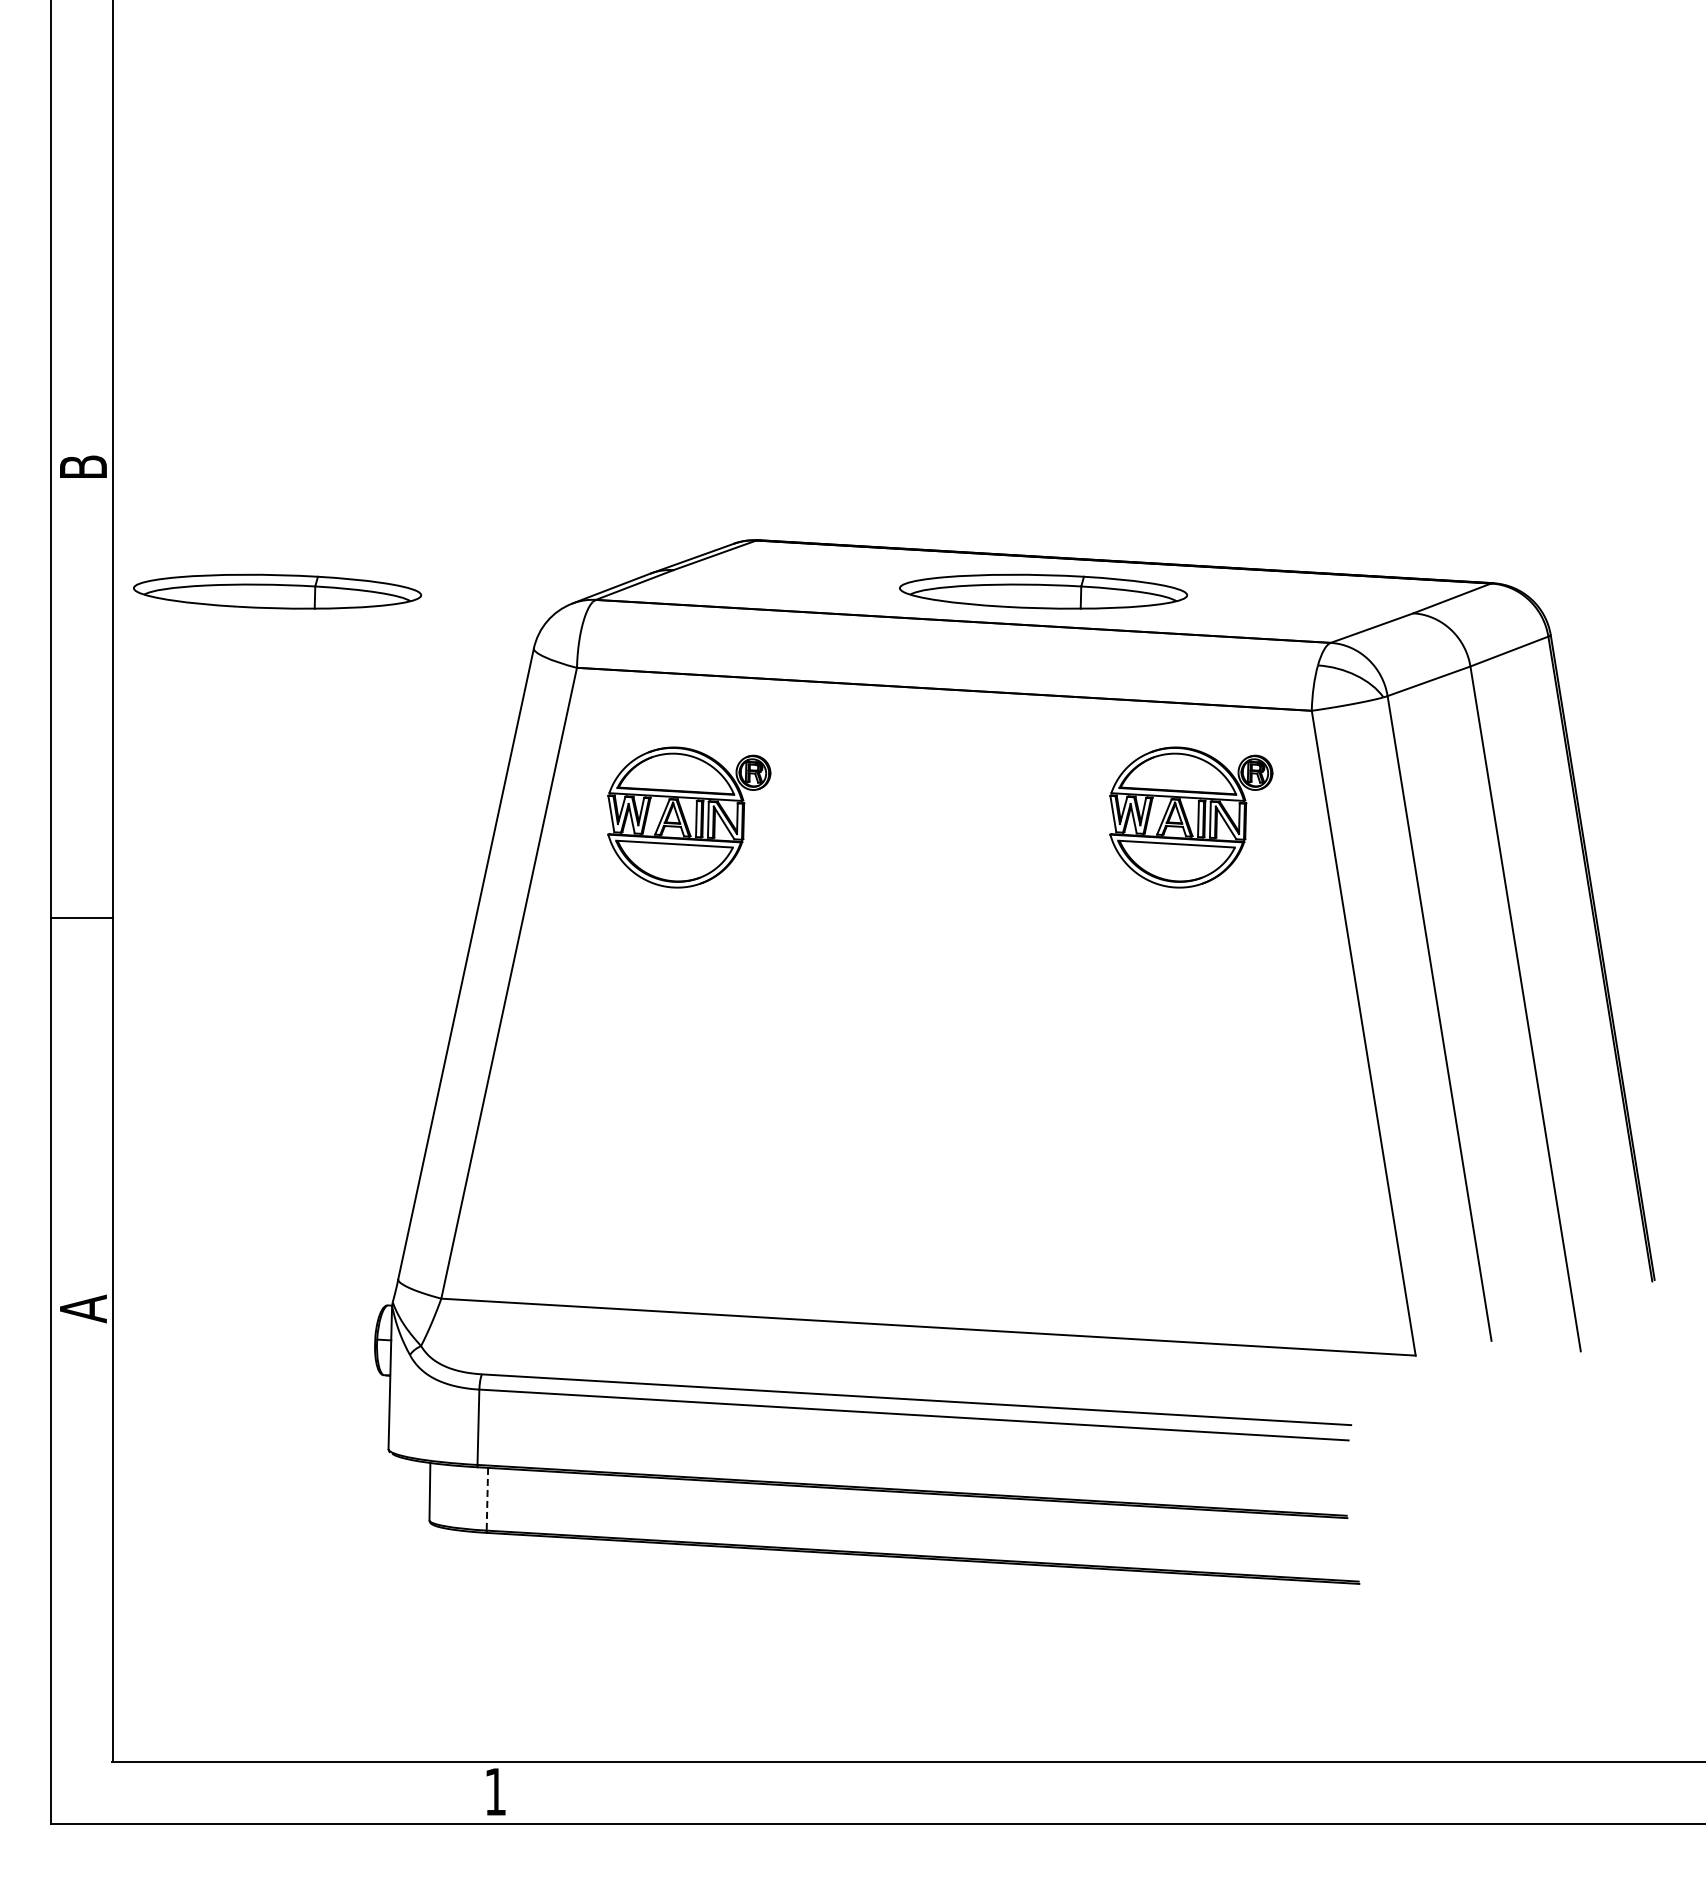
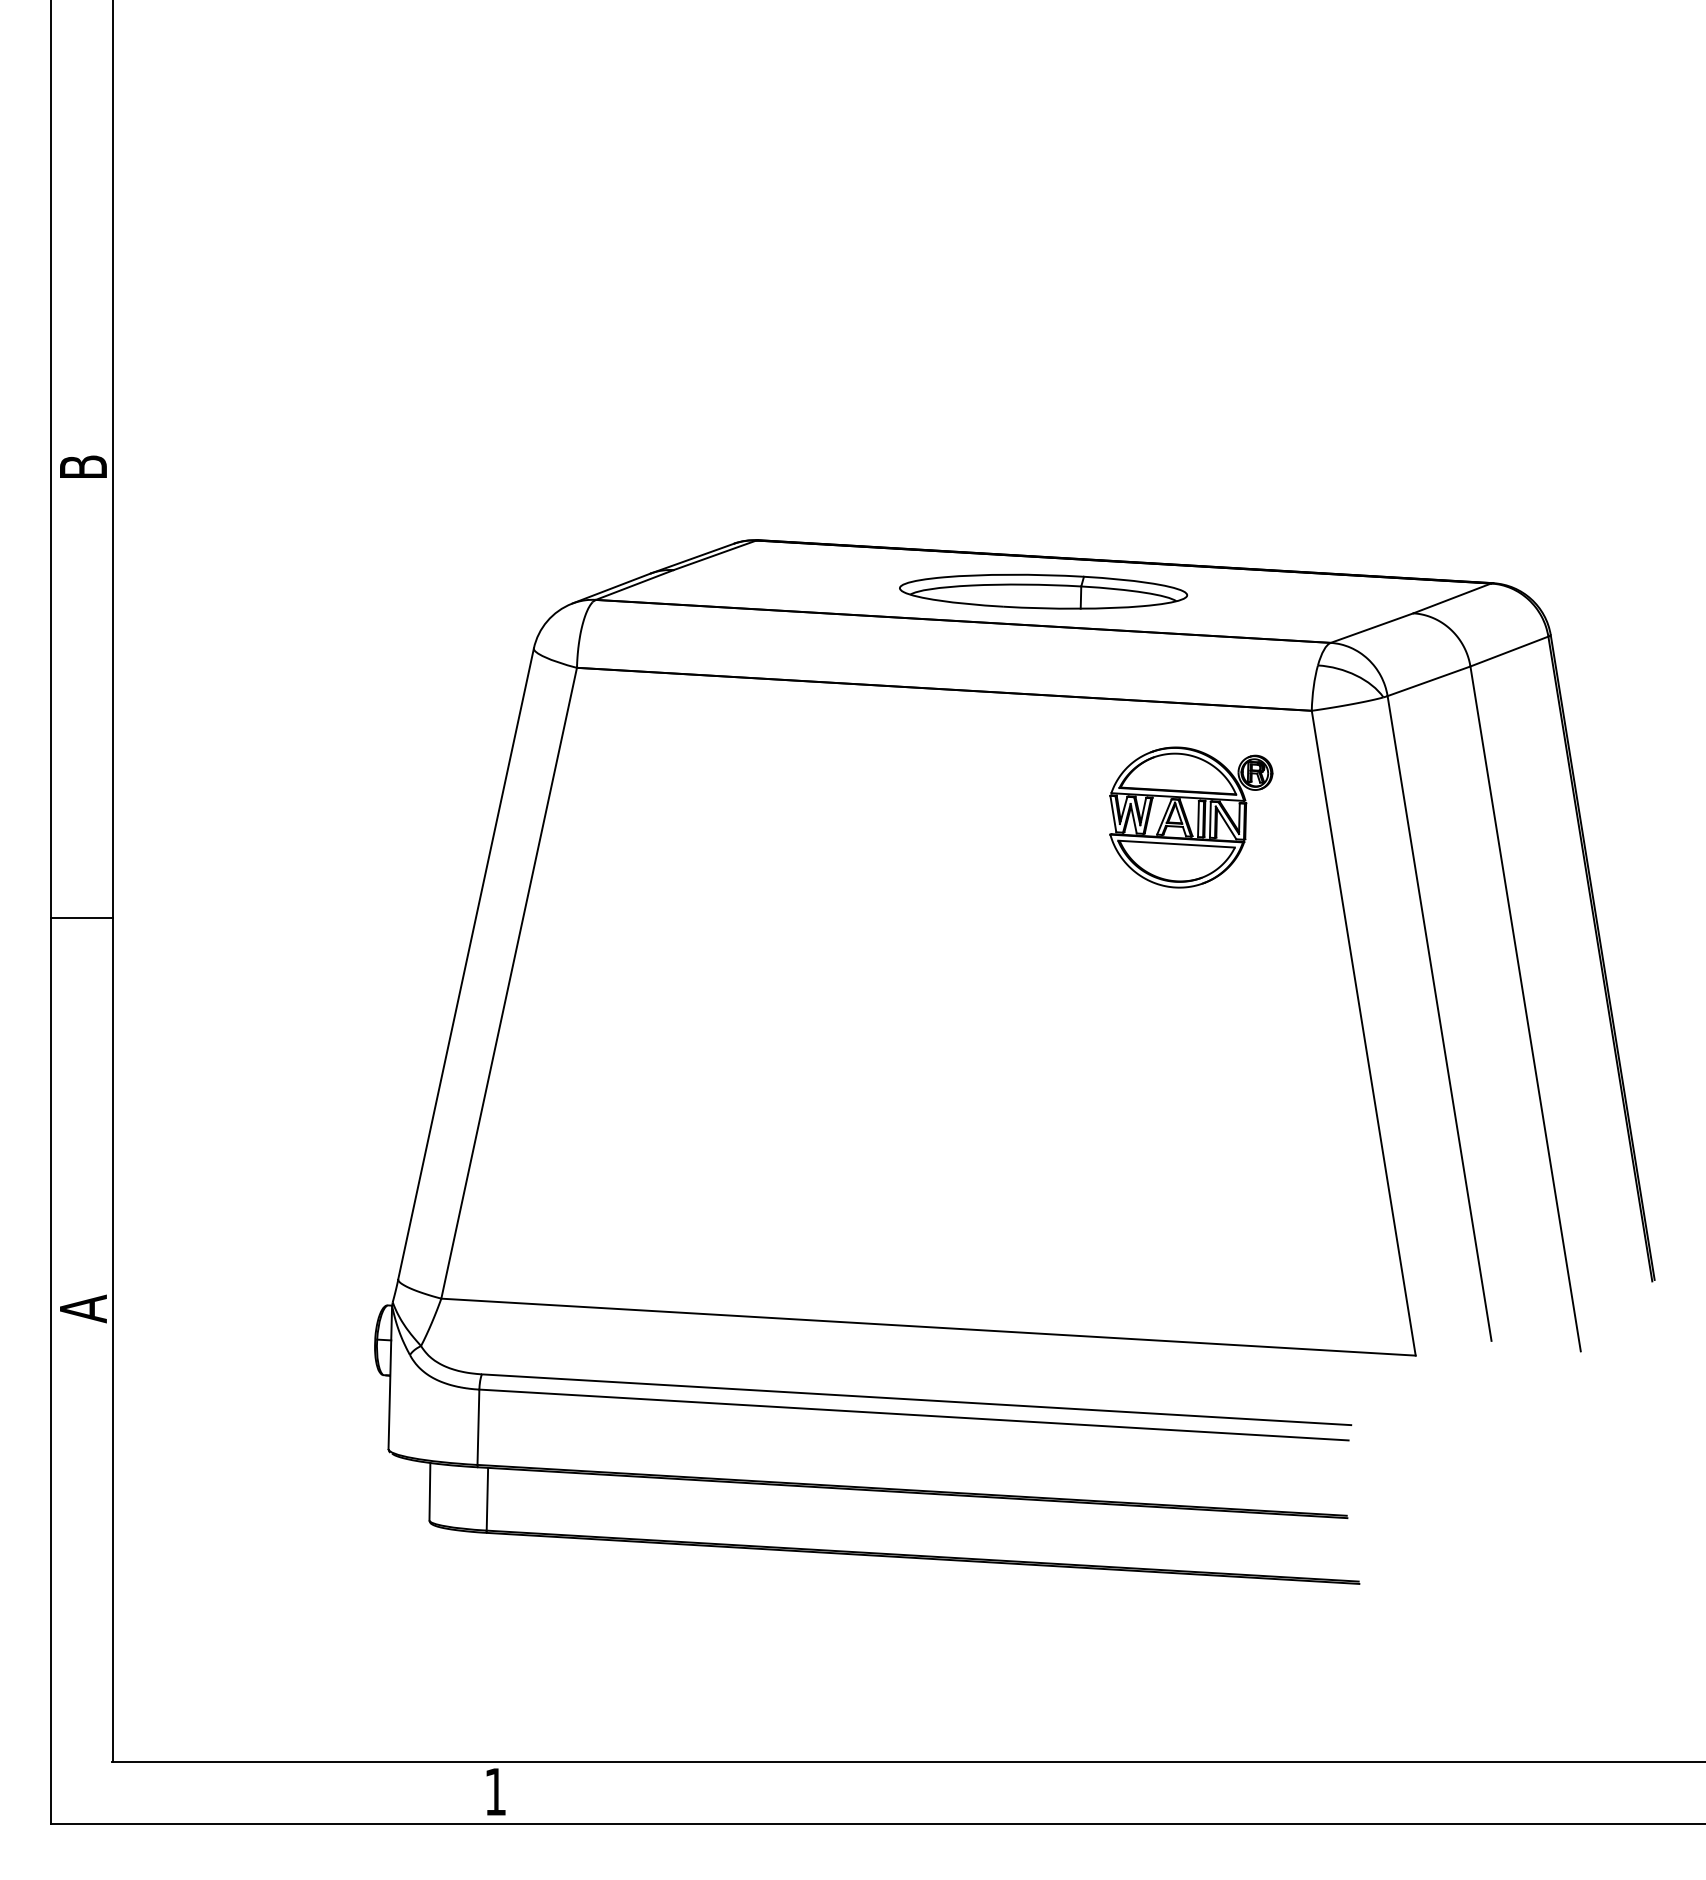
part at (277, 591): present -> none
part at (689, 817): present -> none
line at (487, 1499): dashed -> solid
